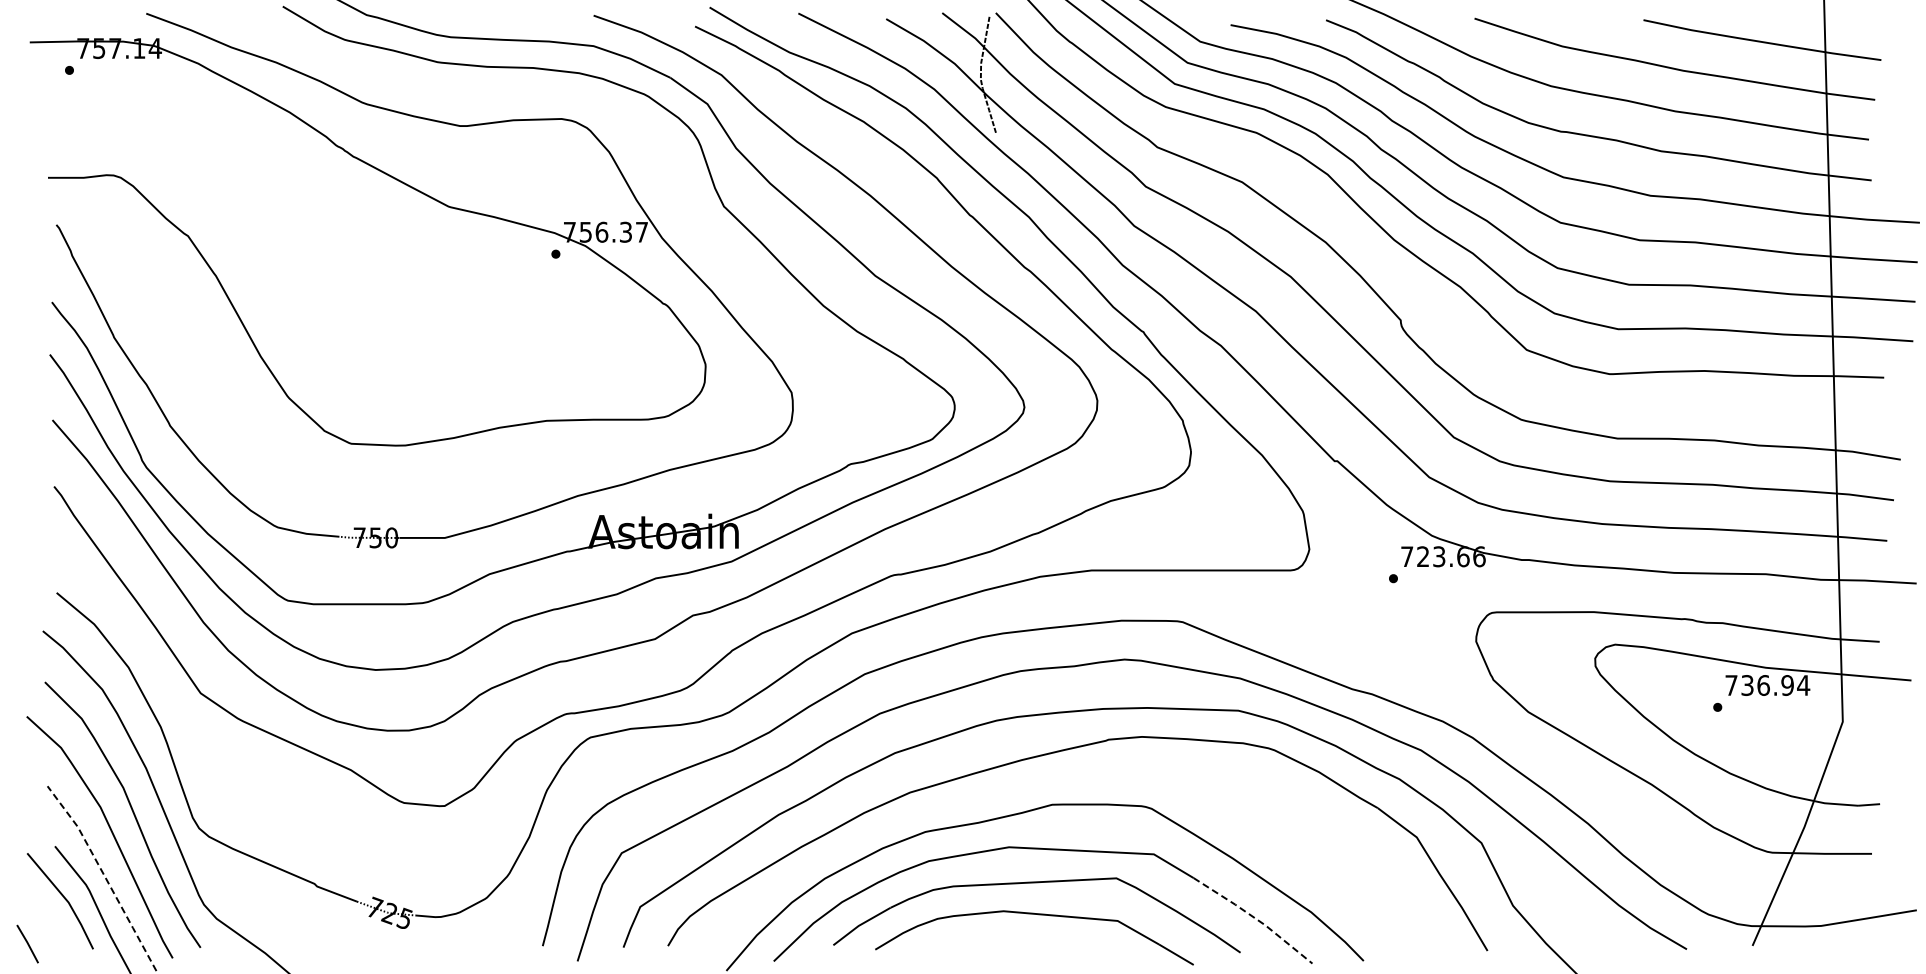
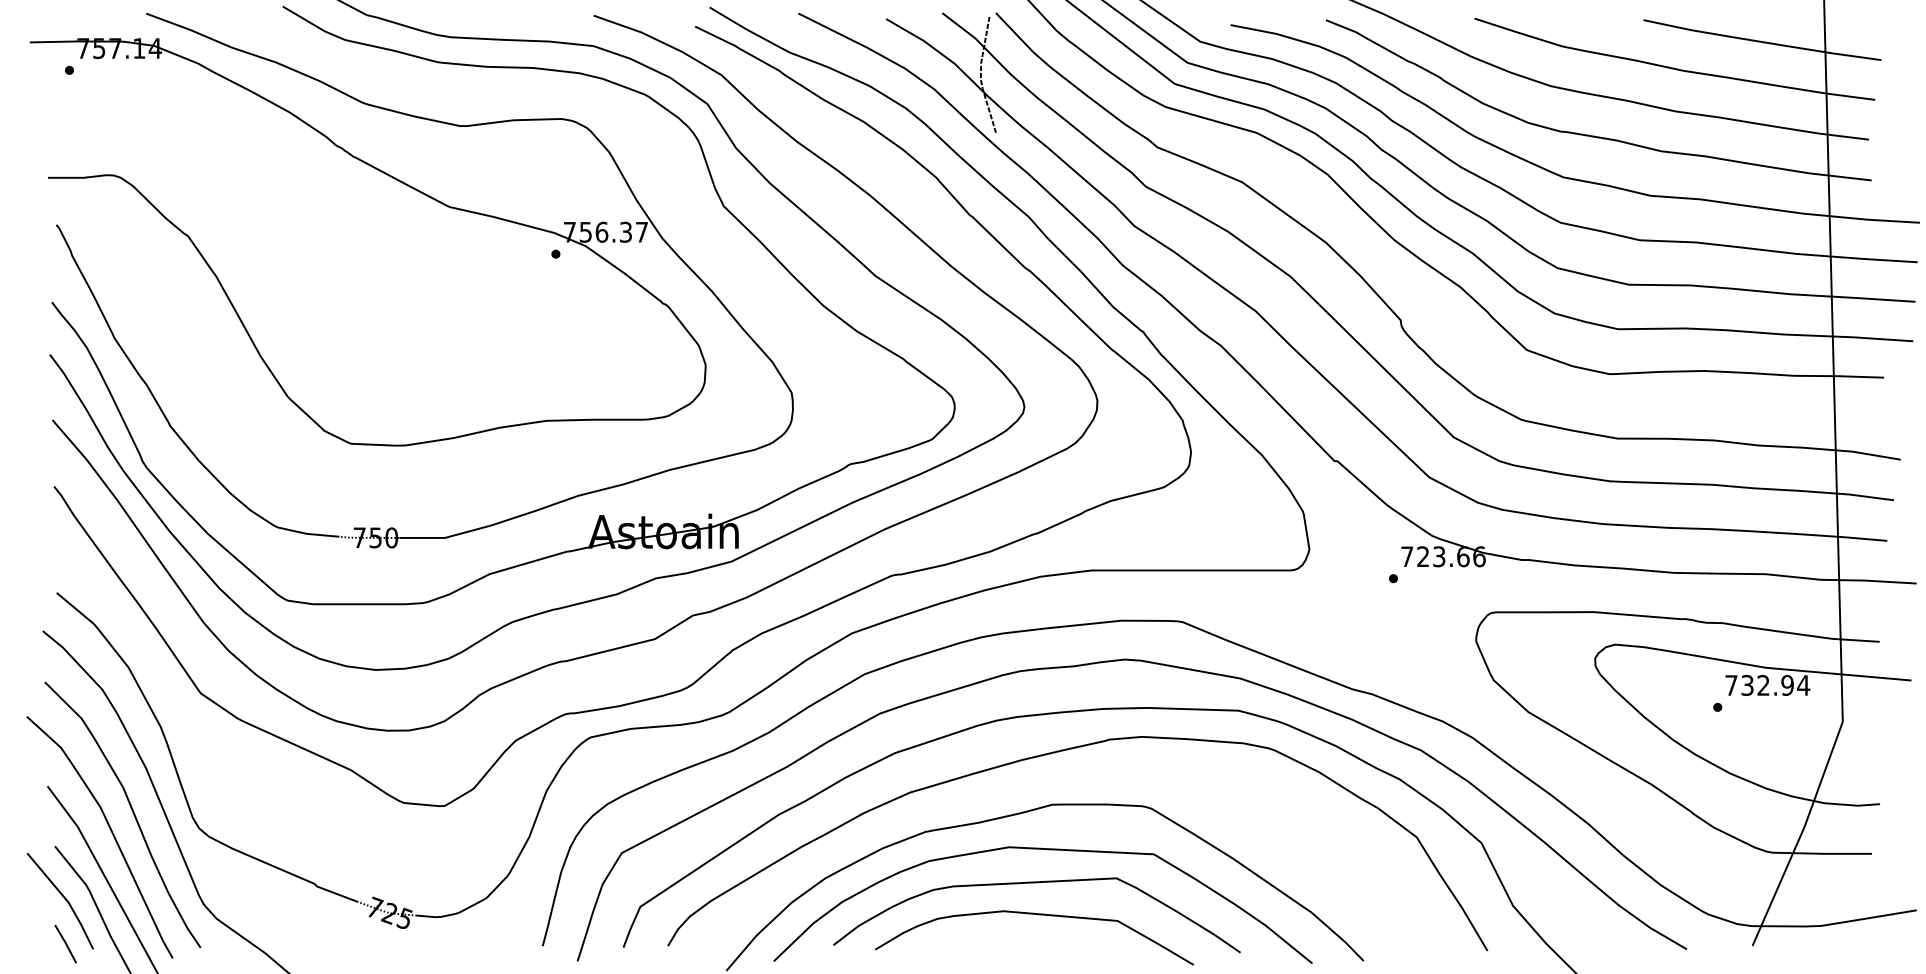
text at (1763, 685): 736.94 -> 732.94
line at (105, 877): dashed -> solid
line at (1254, 918): dashed -> solid
line at (27, 943) position: (27, 943) -> (65, 943)
